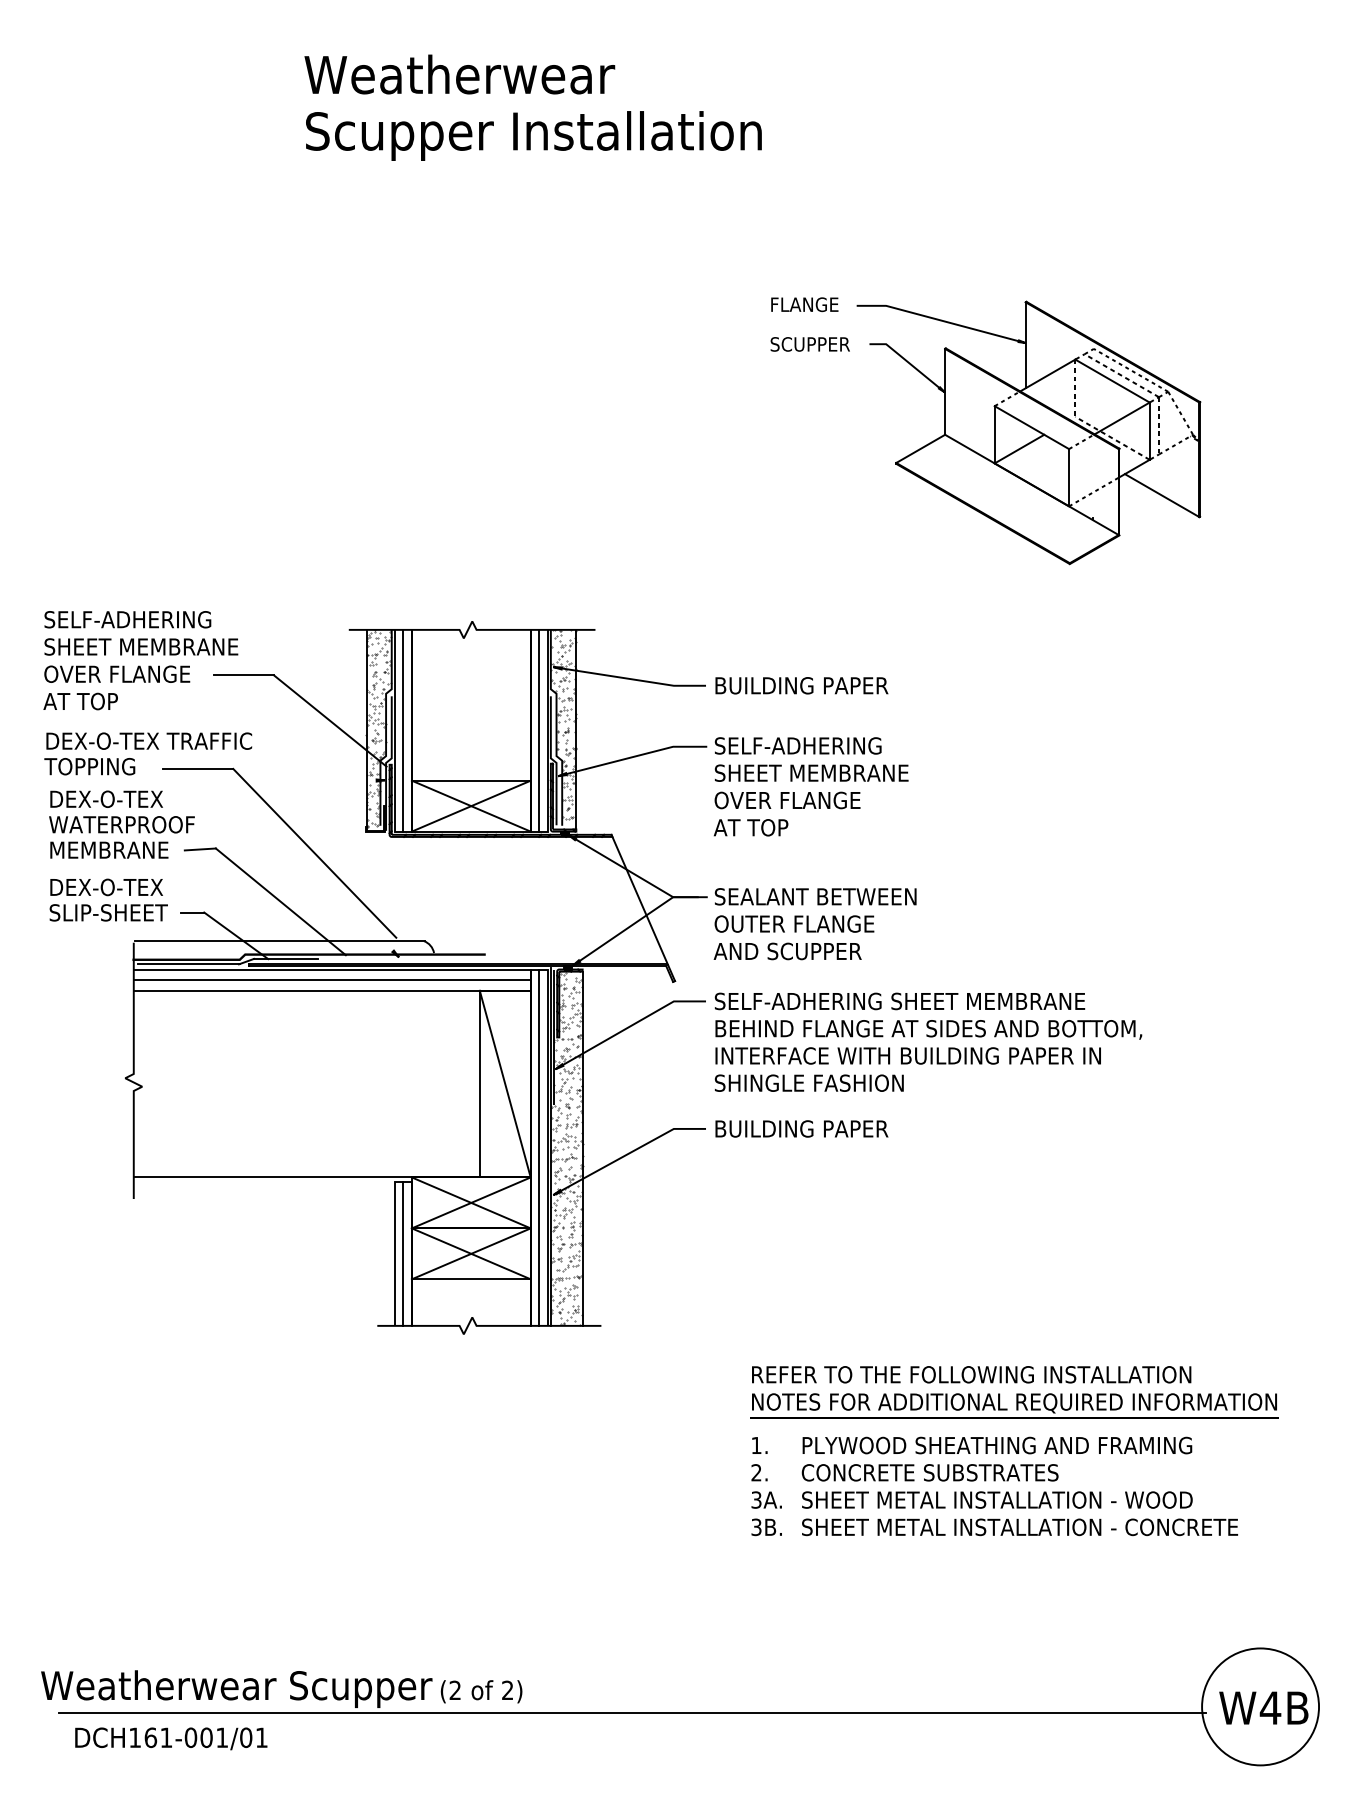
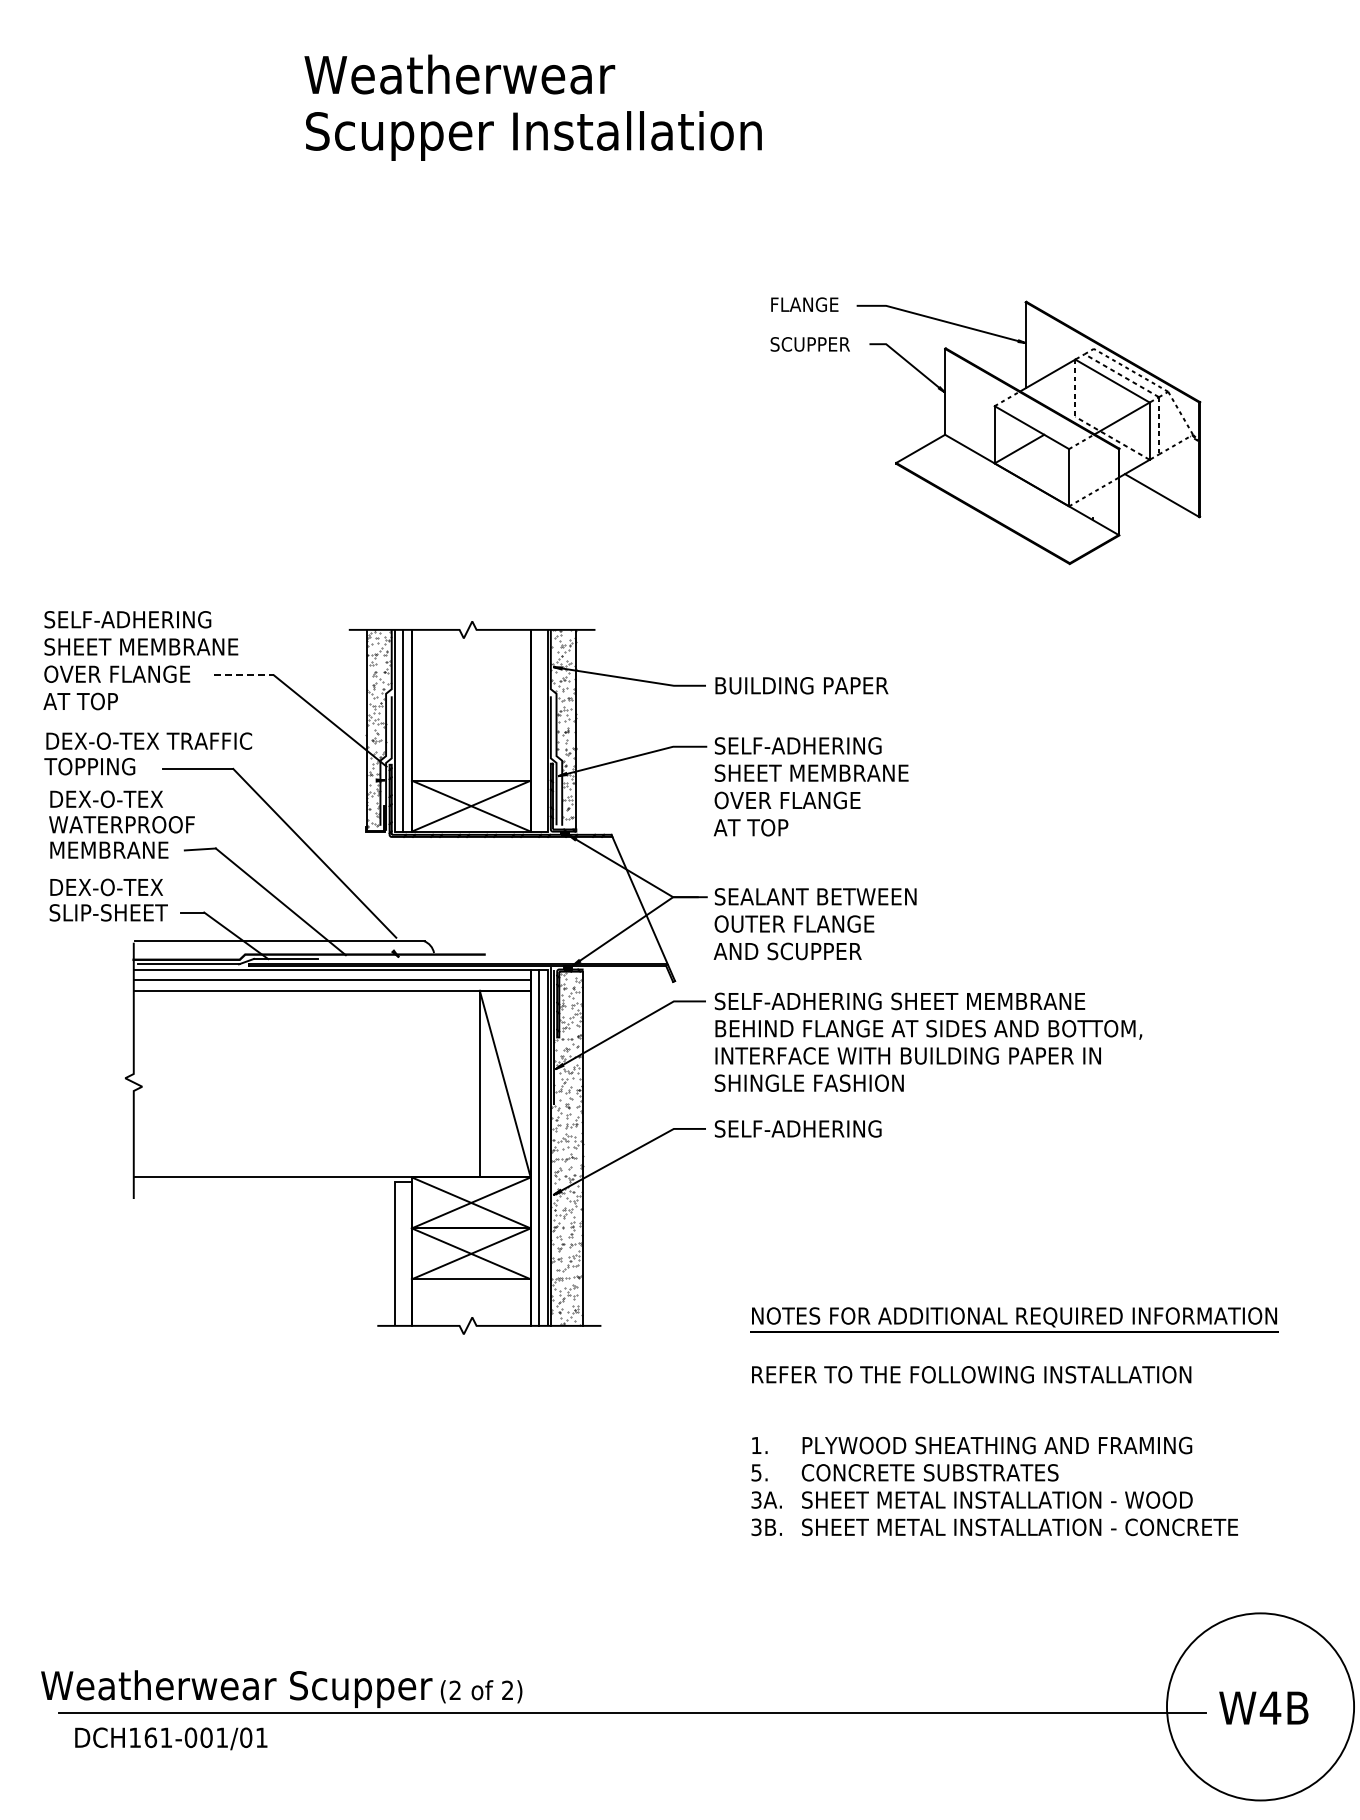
line at (244, 675): solid -> dashed
line at (539, 730): present -> none
text at (801, 1128): BUILDING PAPER -> SELF-ADHERING
line at (403, 1253): present -> none
text at (1014, 1405) position: (1014, 1405) -> (1014, 1319)
text at (756, 1472): 2. -> 5.
circle at (1260, 1706) diameter: 117 px -> 187 px
